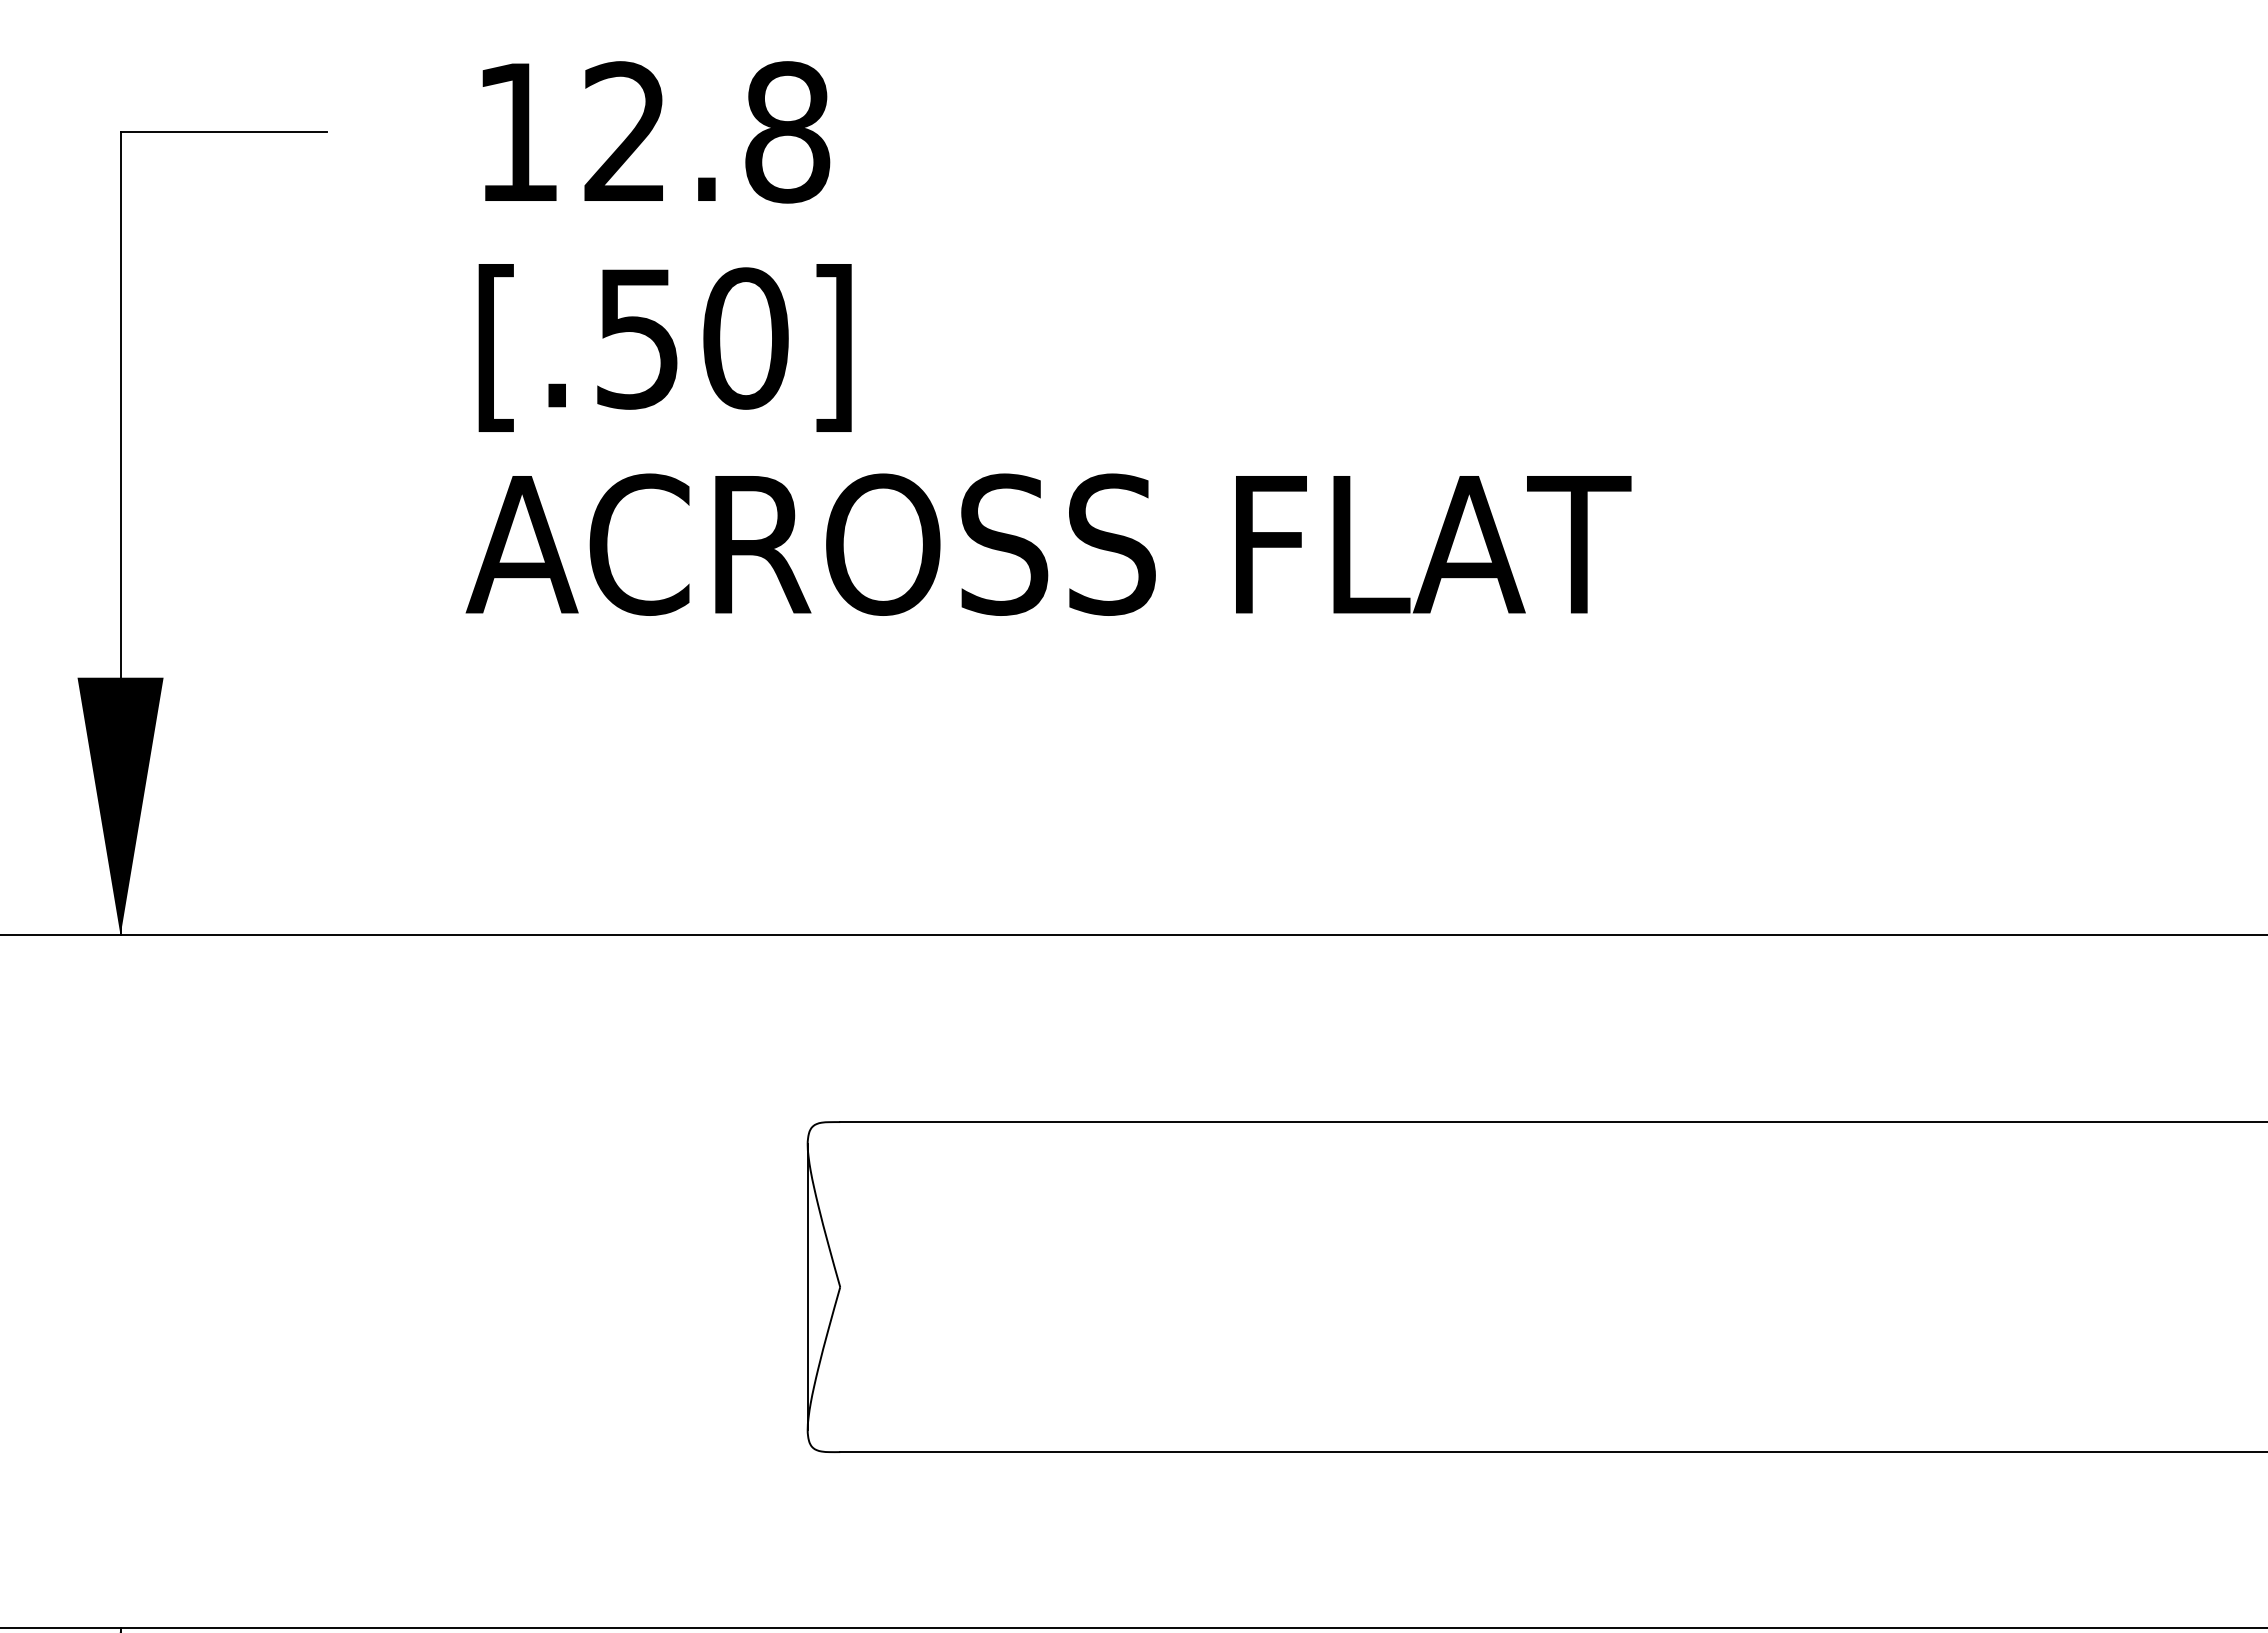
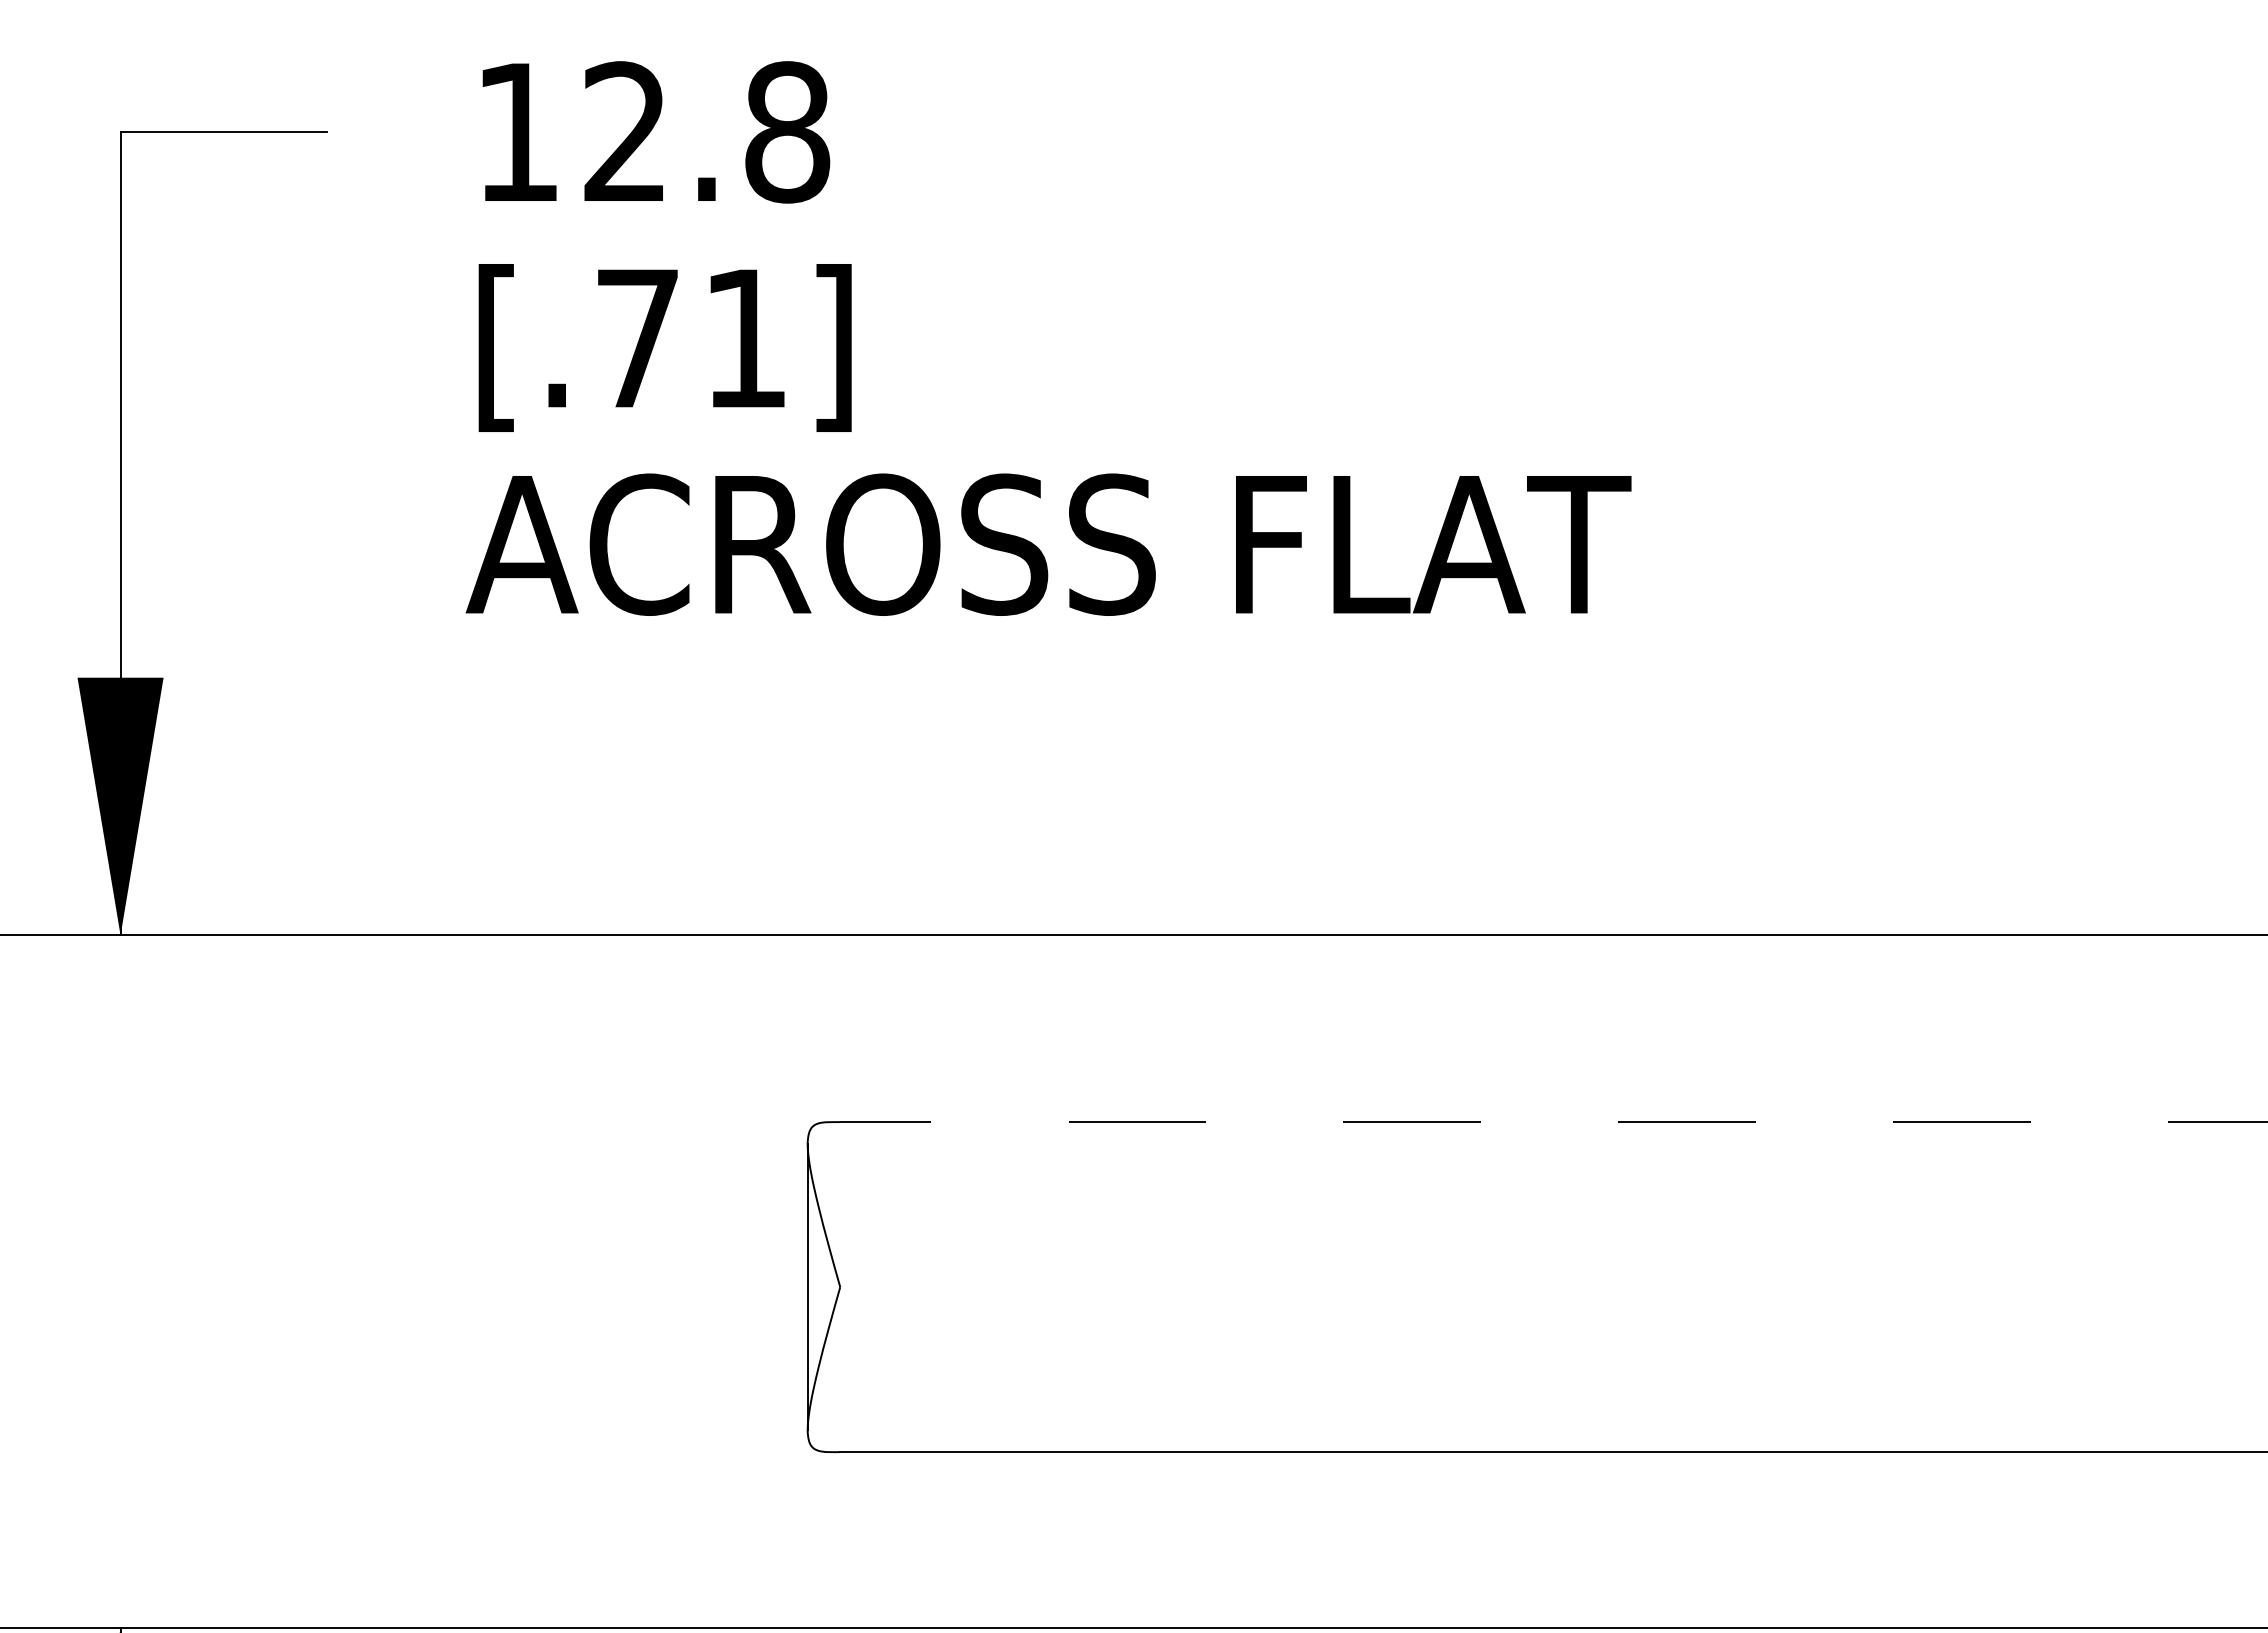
text at (692, 338): [.50] -> [.71]
line at (1553, 1122): solid -> dashed
